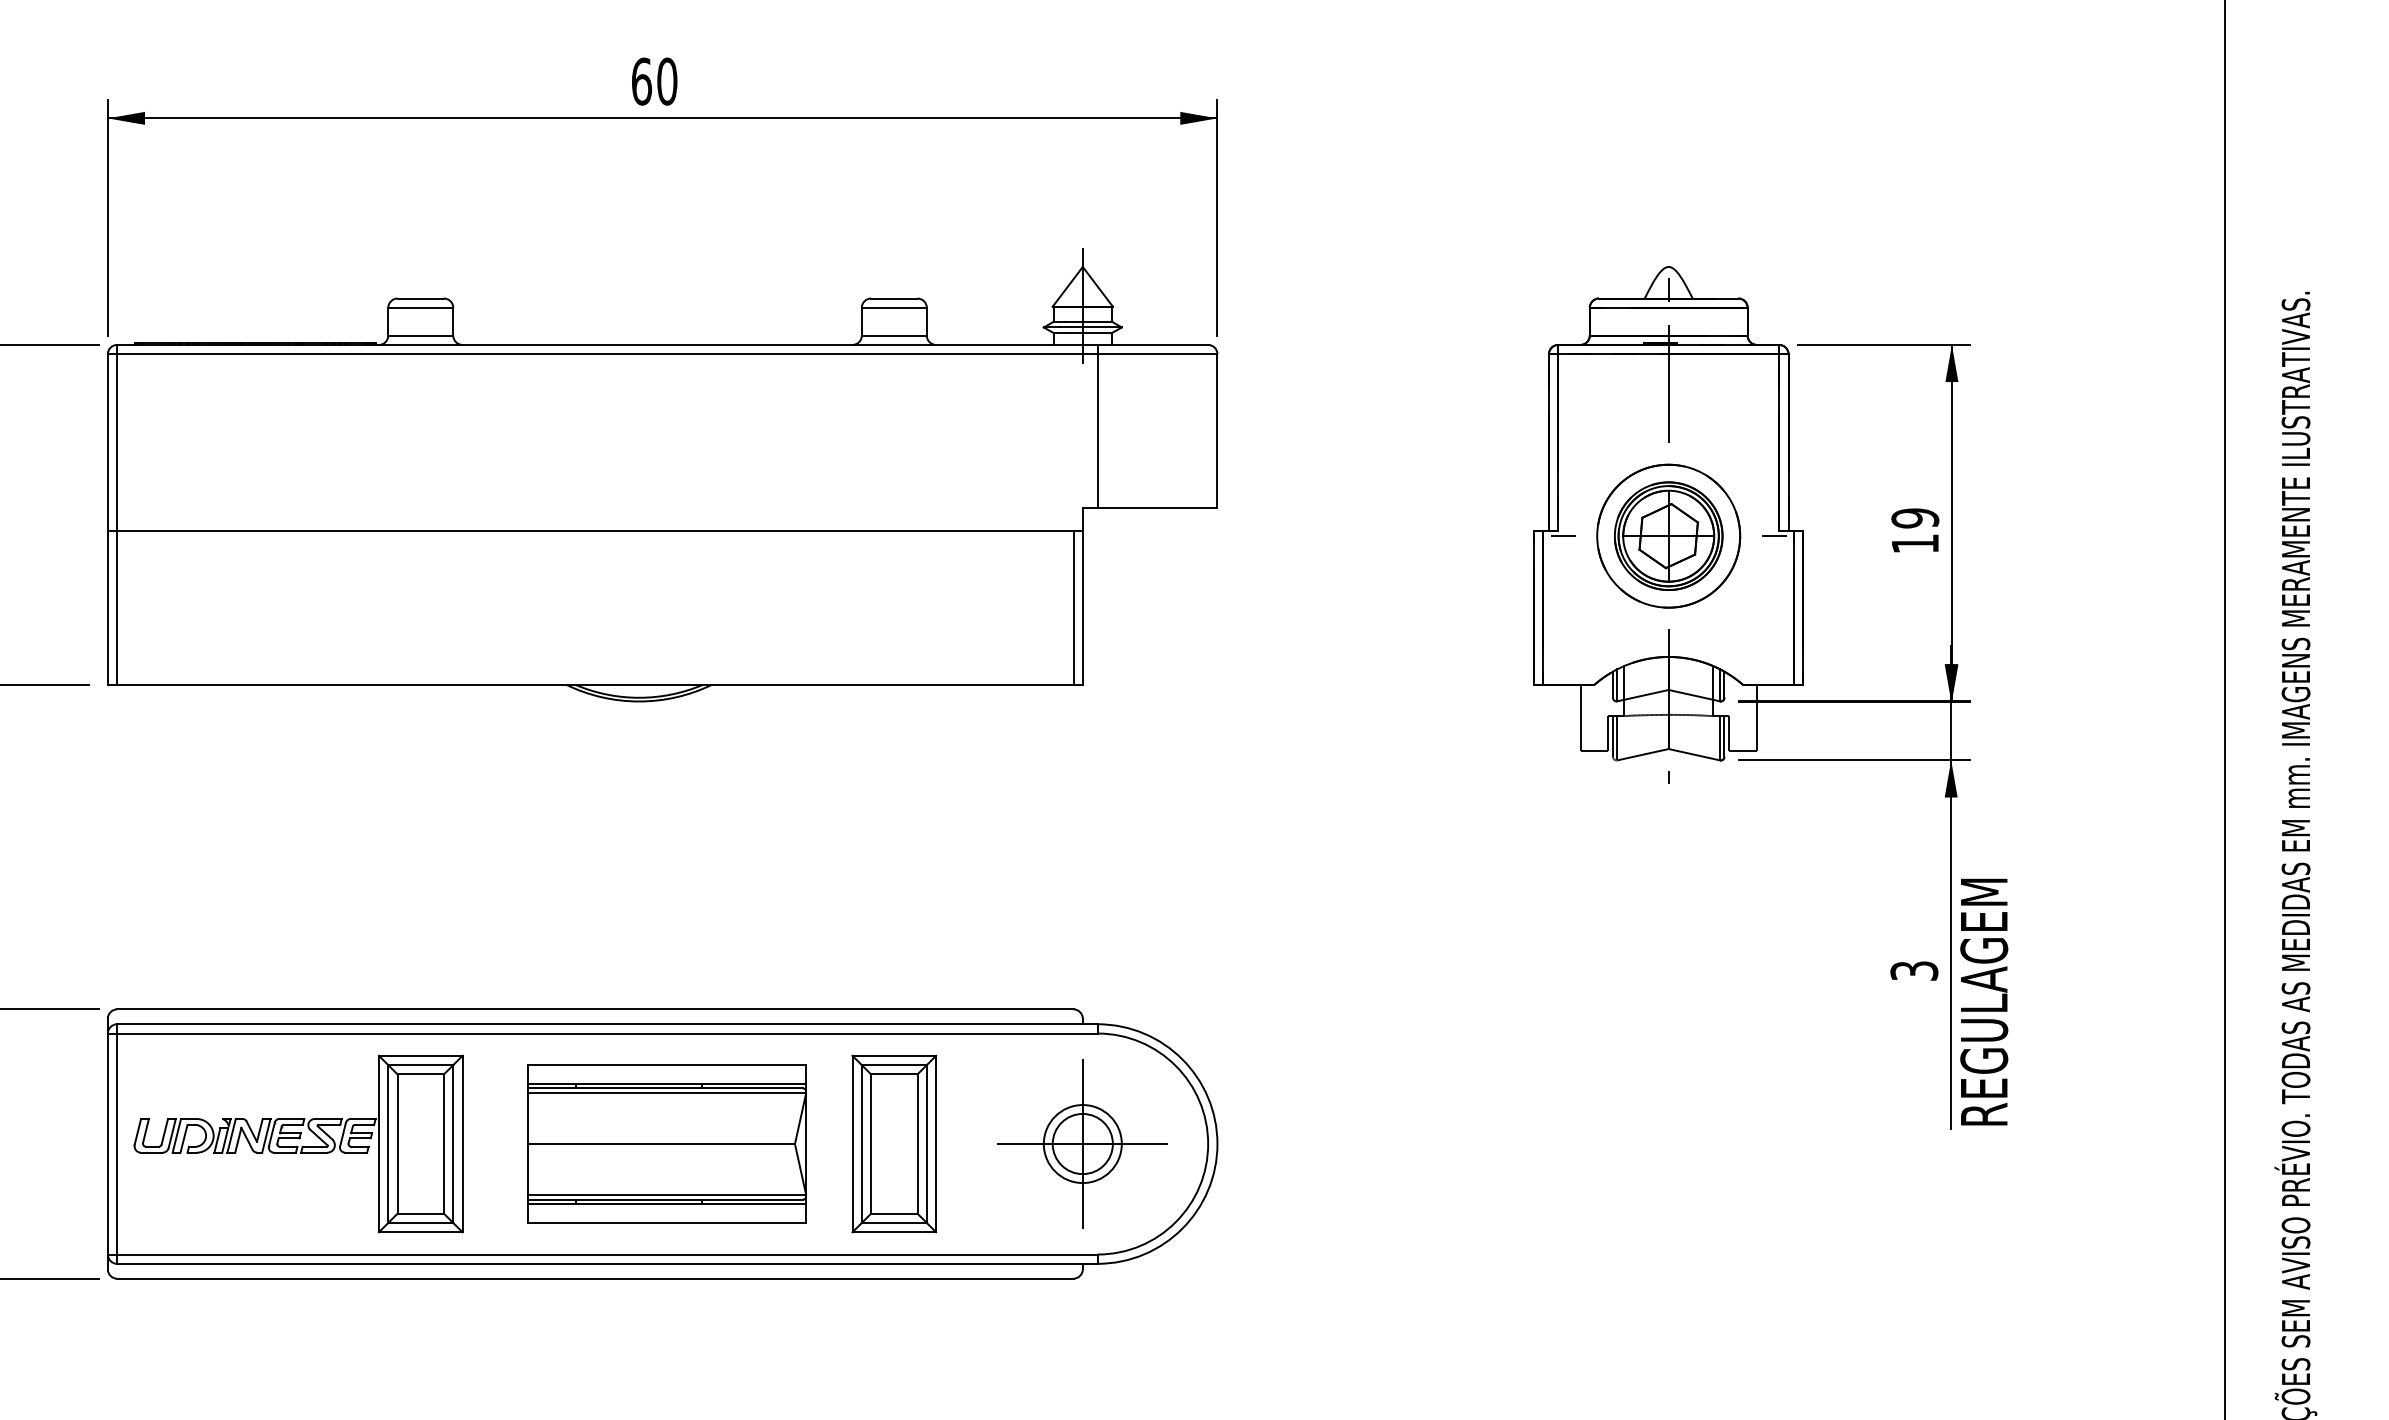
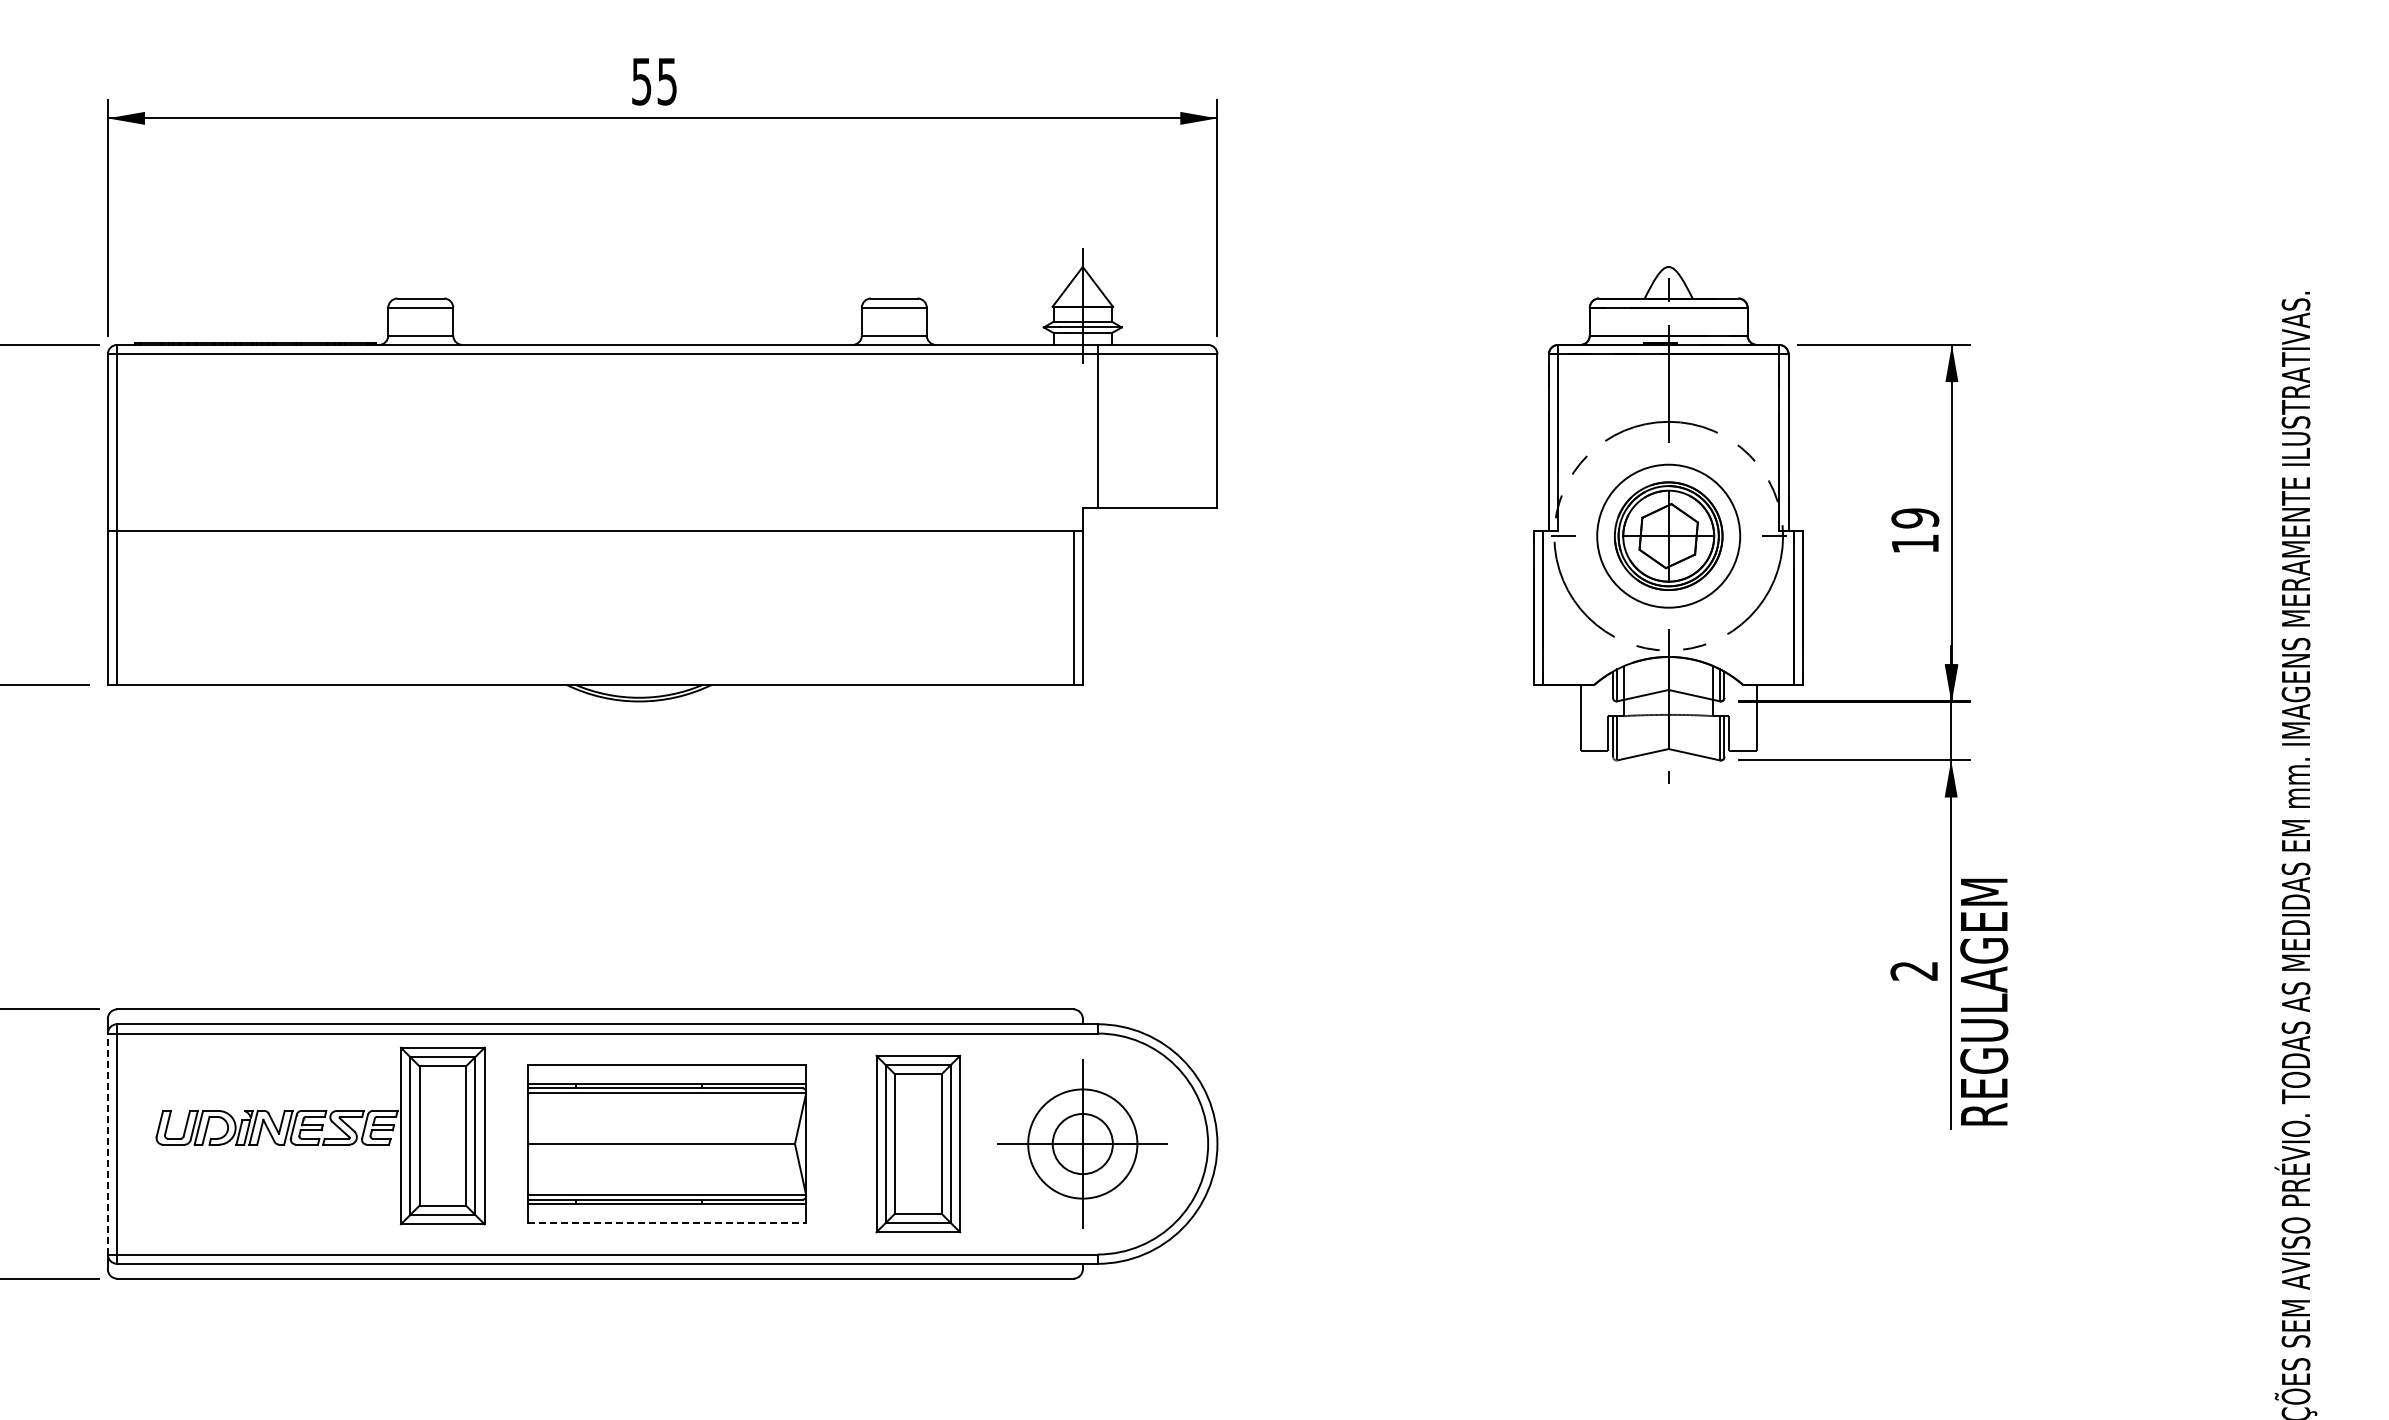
text at (654, 81): 60 -> 55
circle at (1668, 535) diameter: 143 px -> 229 px
line at (2224, 709): present -> none
text at (1914, 970): 3 -> 2
line at (107, 1143): solid -> dashed
part at (298, 1143) position: (298, 1143) -> (320, 1135)
part at (894, 1143) position: (894, 1143) -> (918, 1143)
circle at (1082, 1144) diameter: 78 px -> 109 px
line at (667, 1222): solid -> dashed
